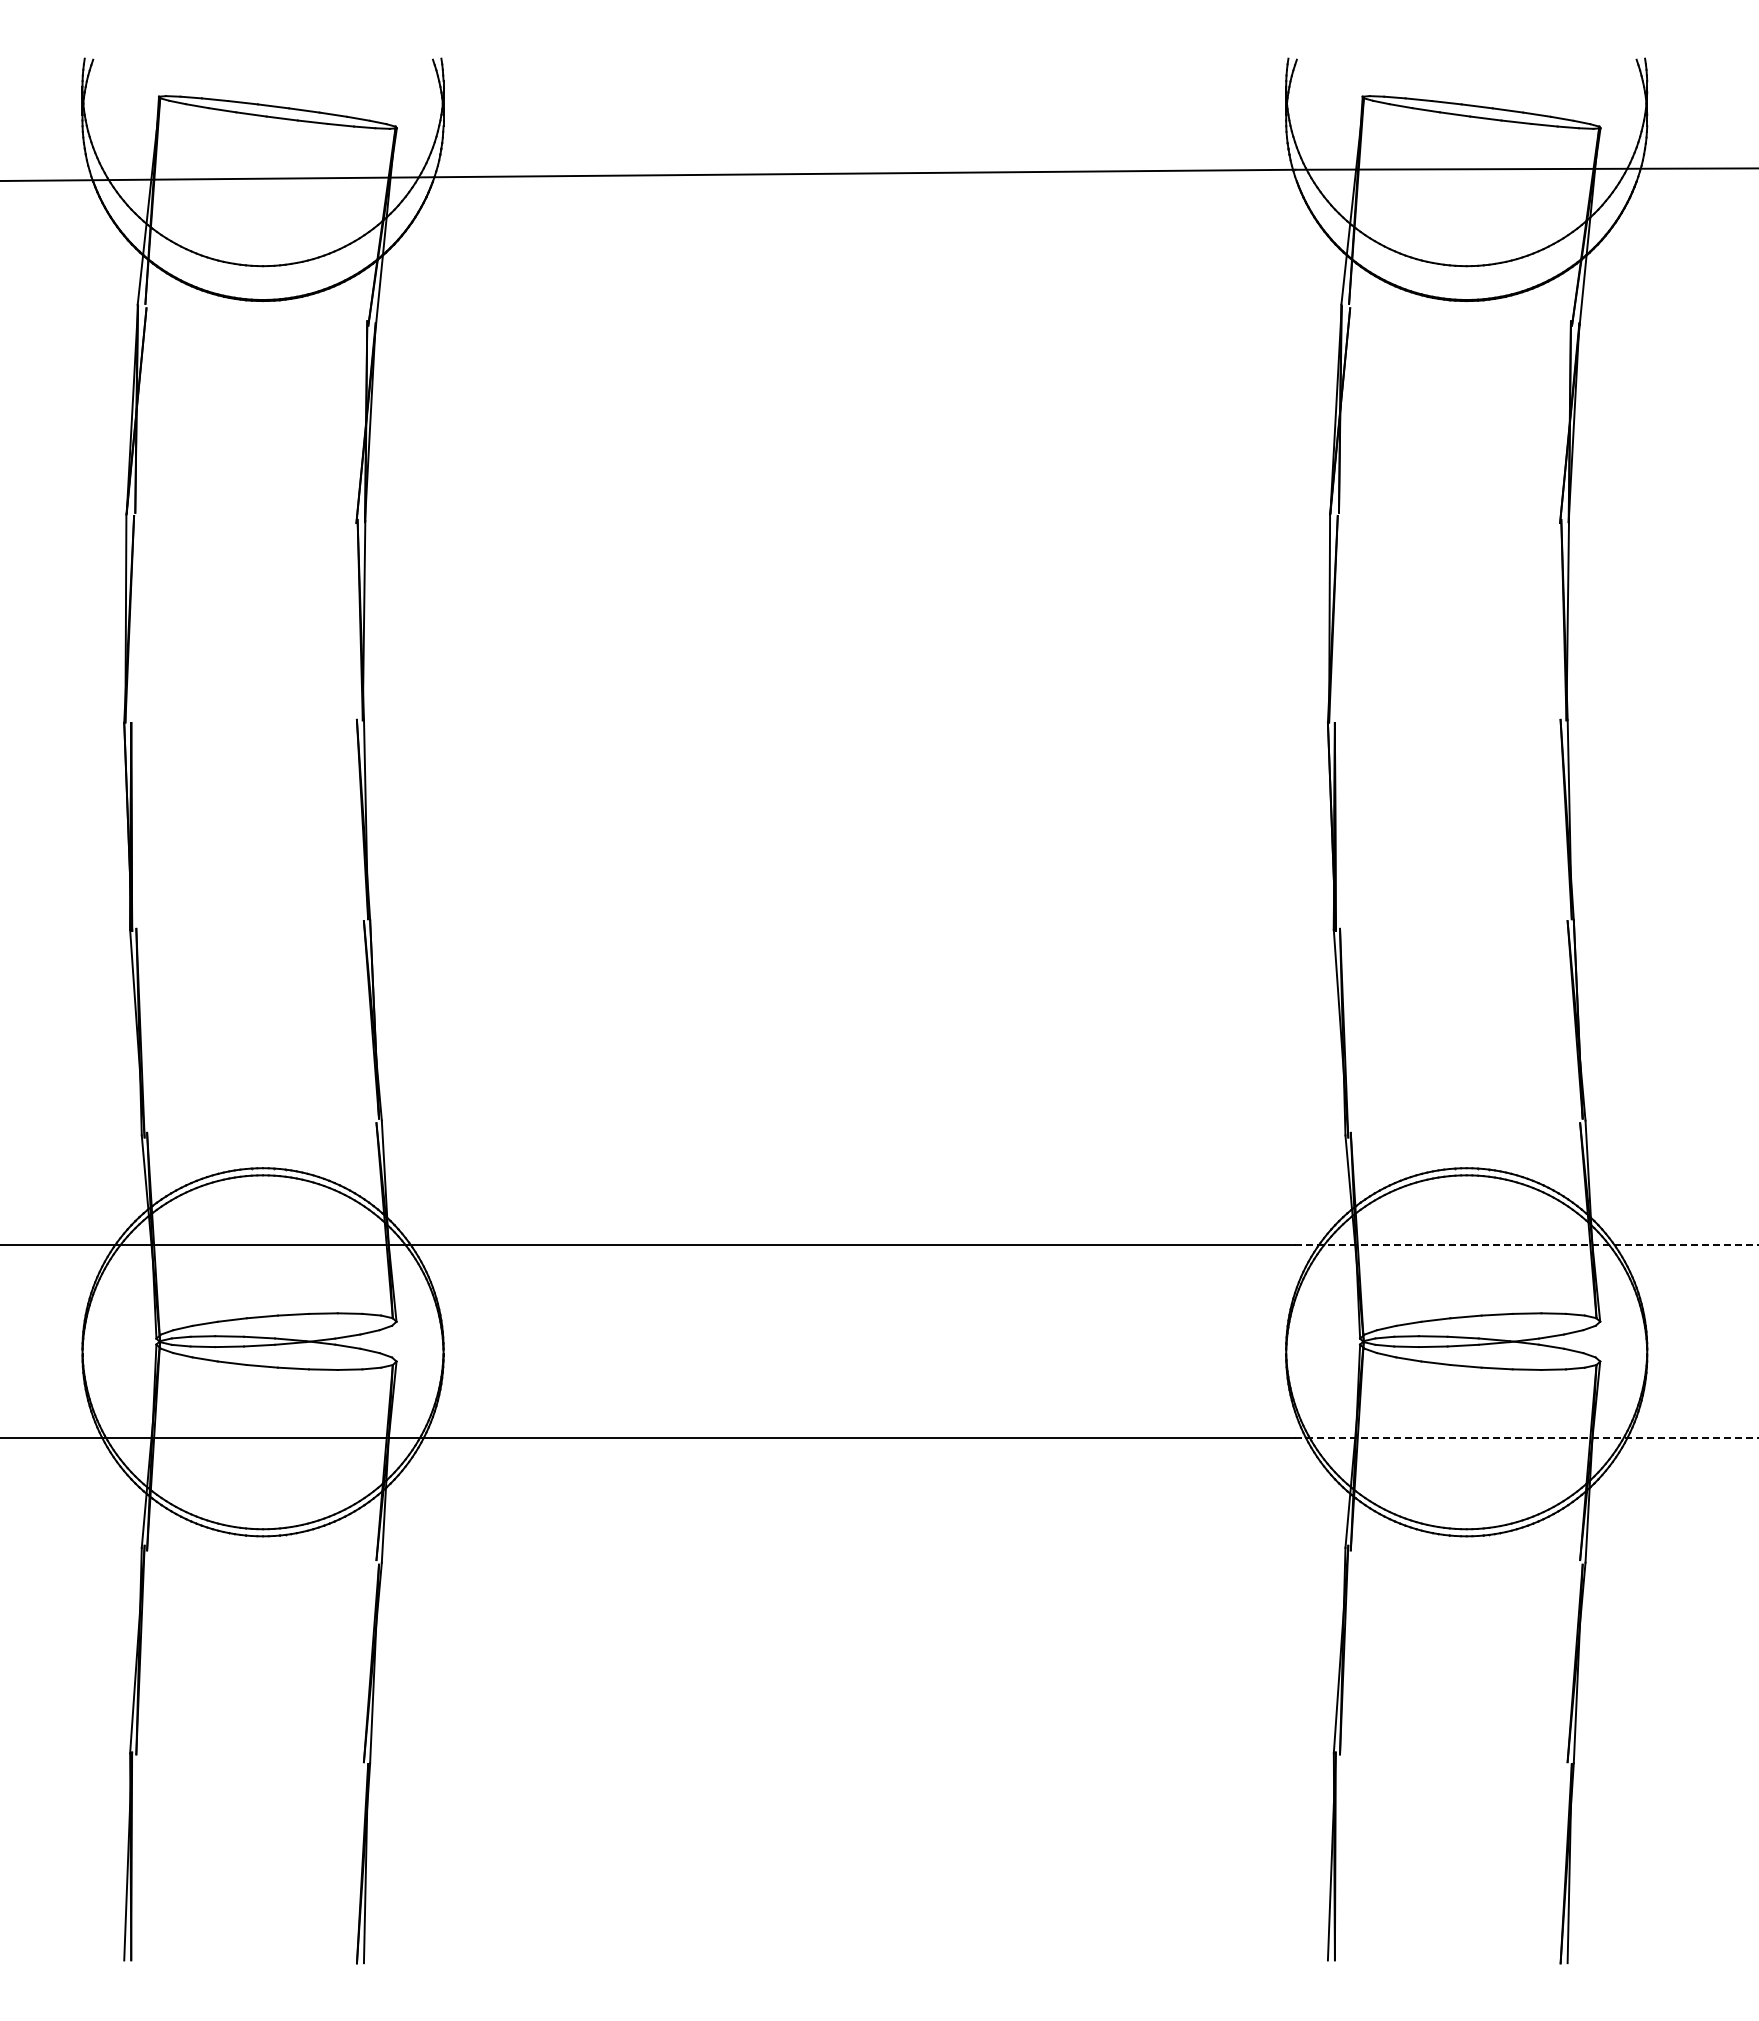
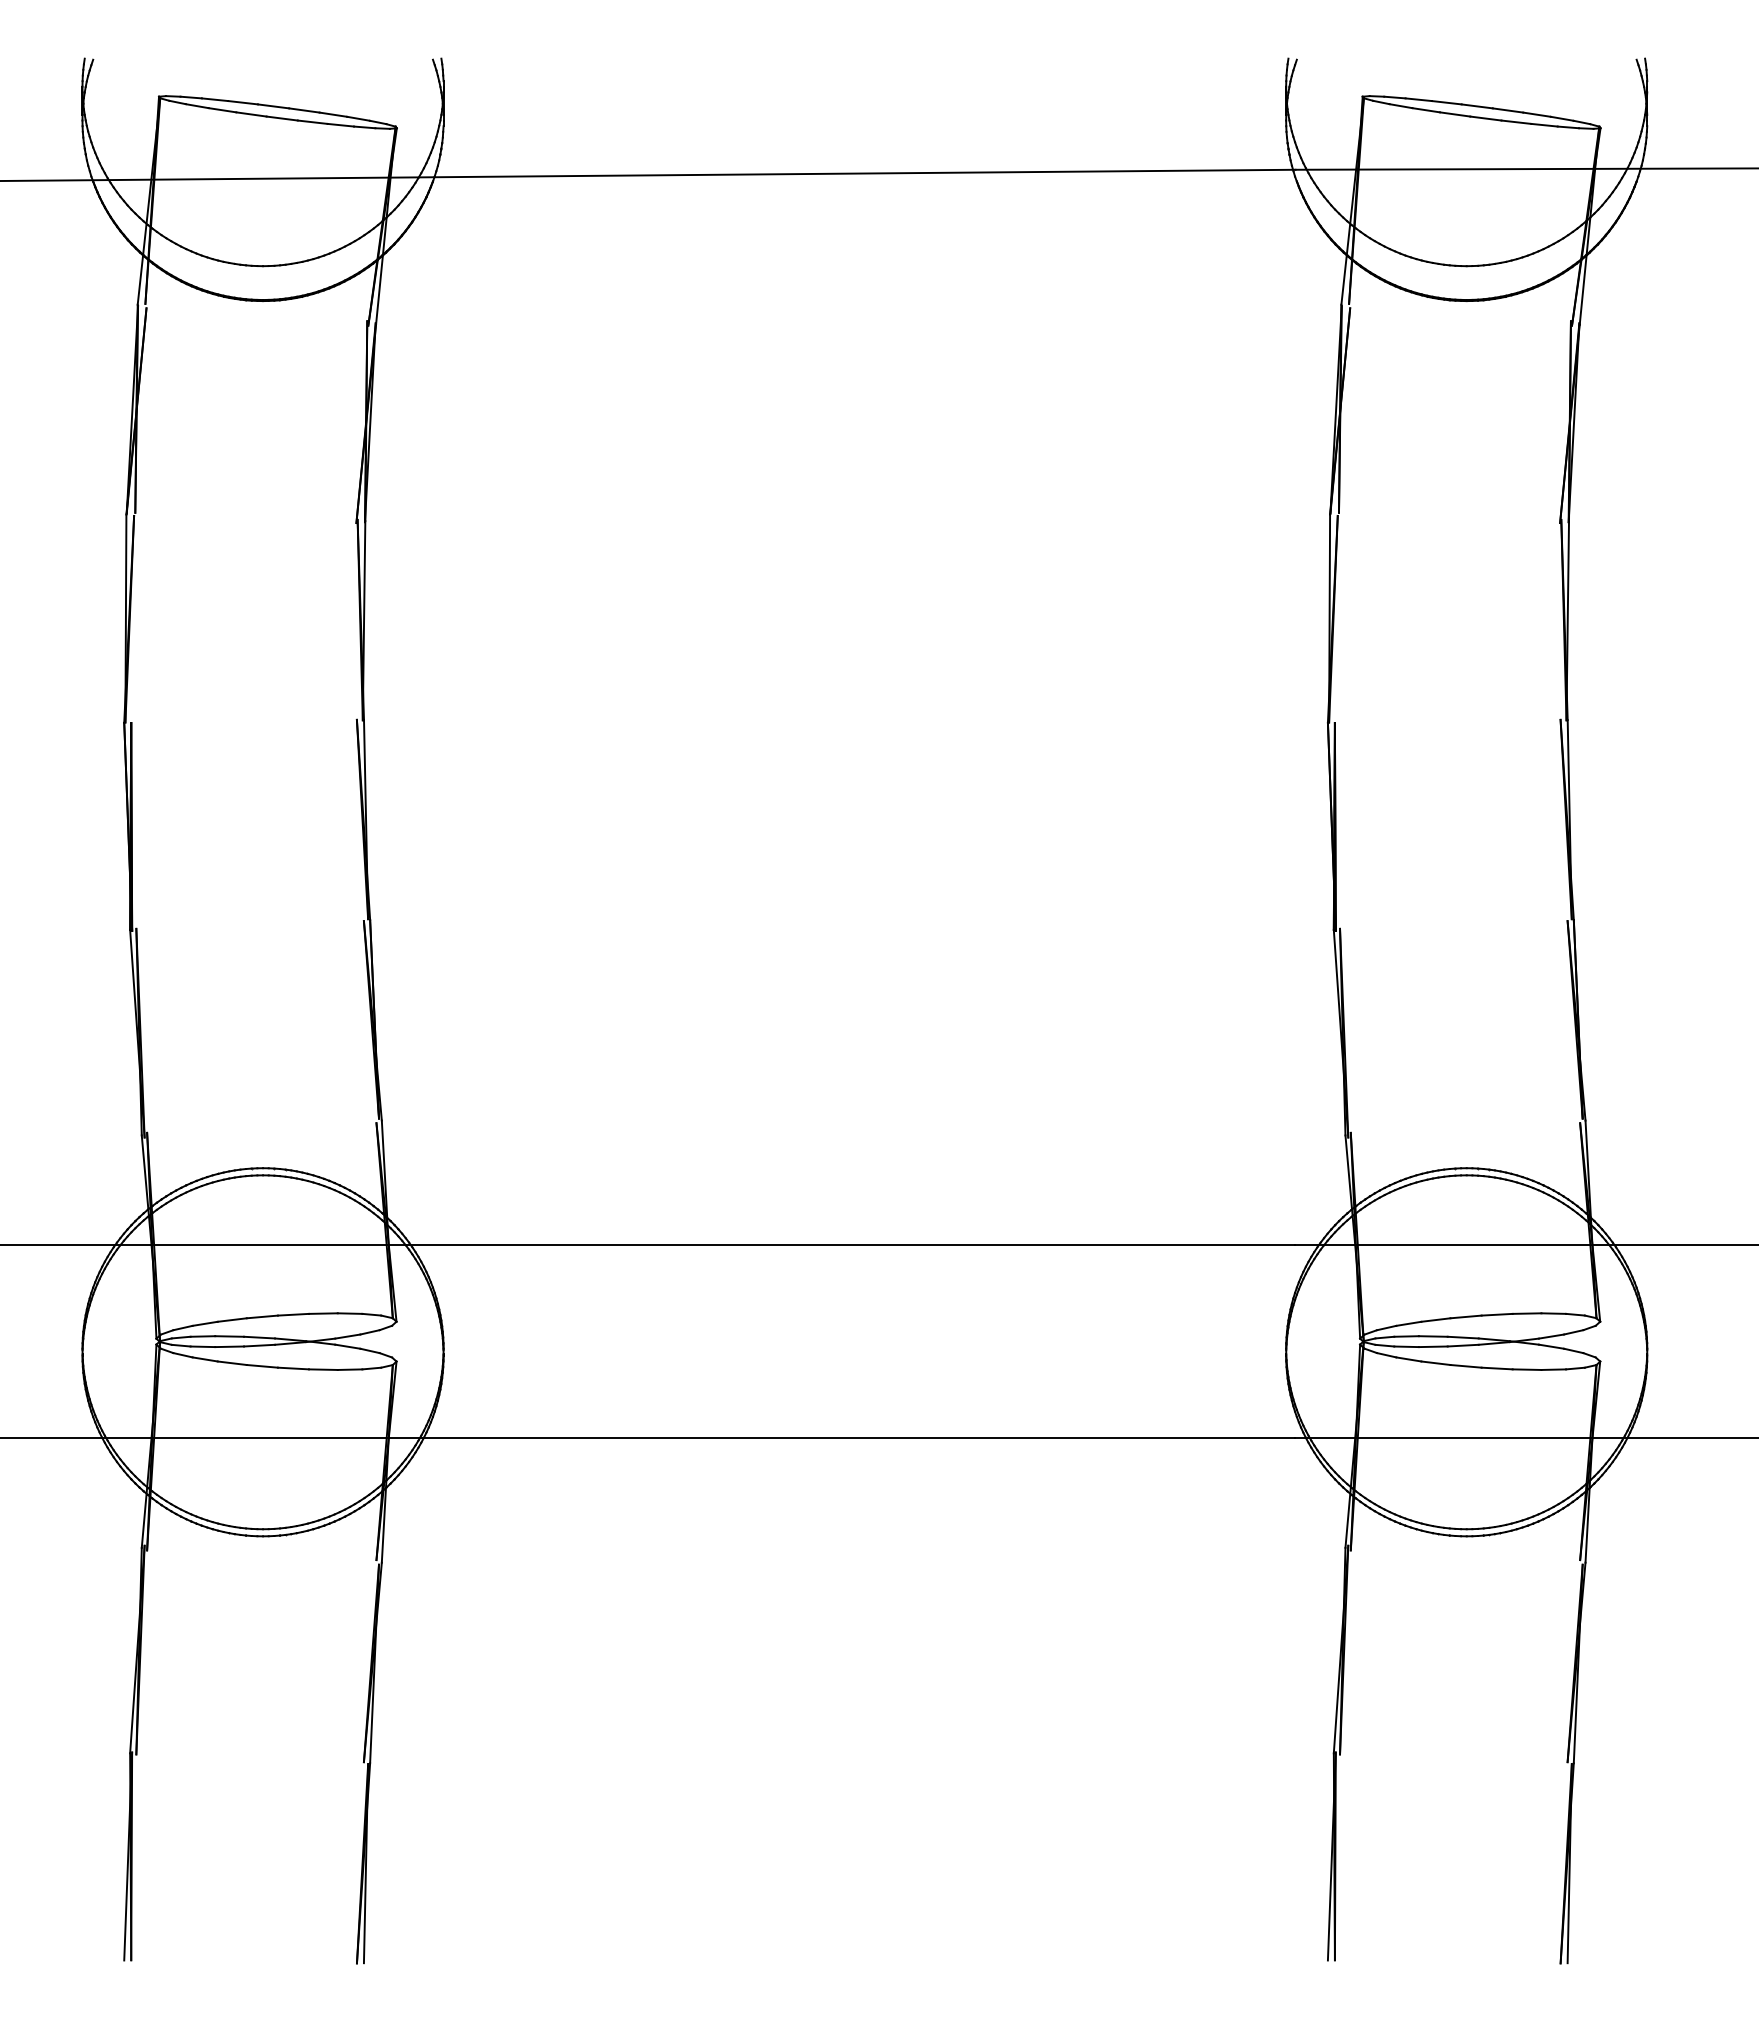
line at (1526, 1245): dashed -> solid
line at (1526, 1437): dashed -> solid
